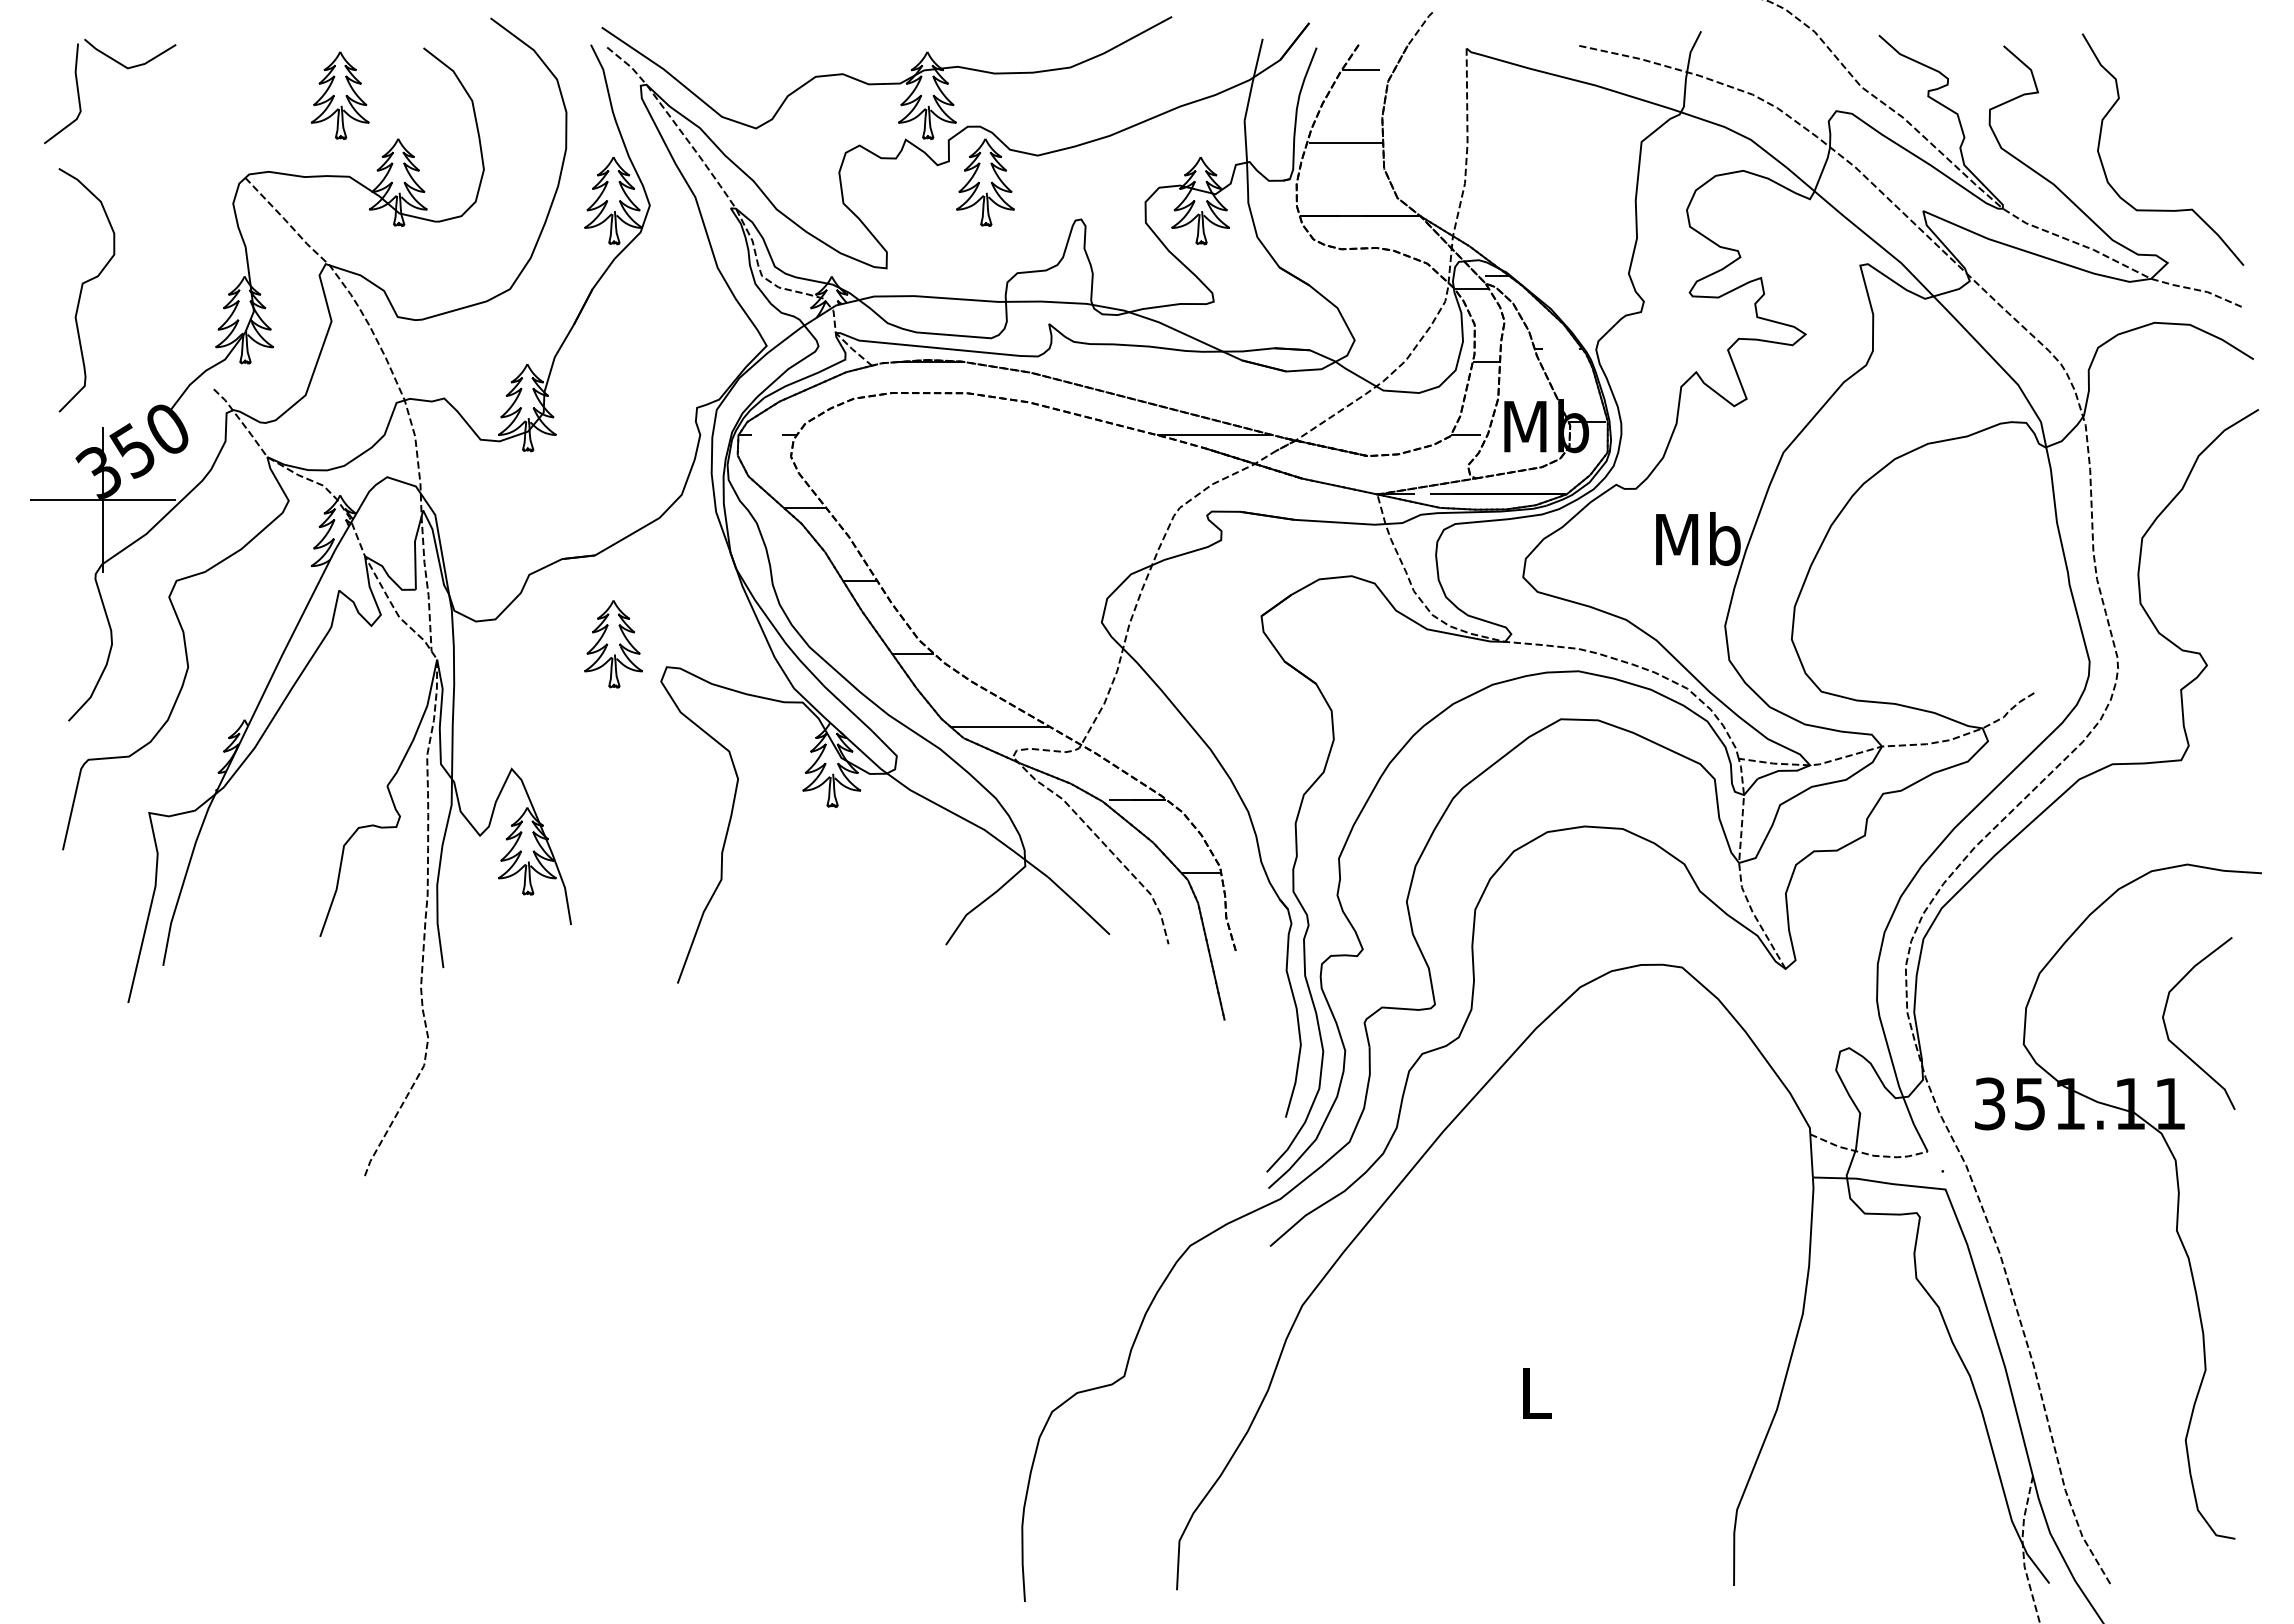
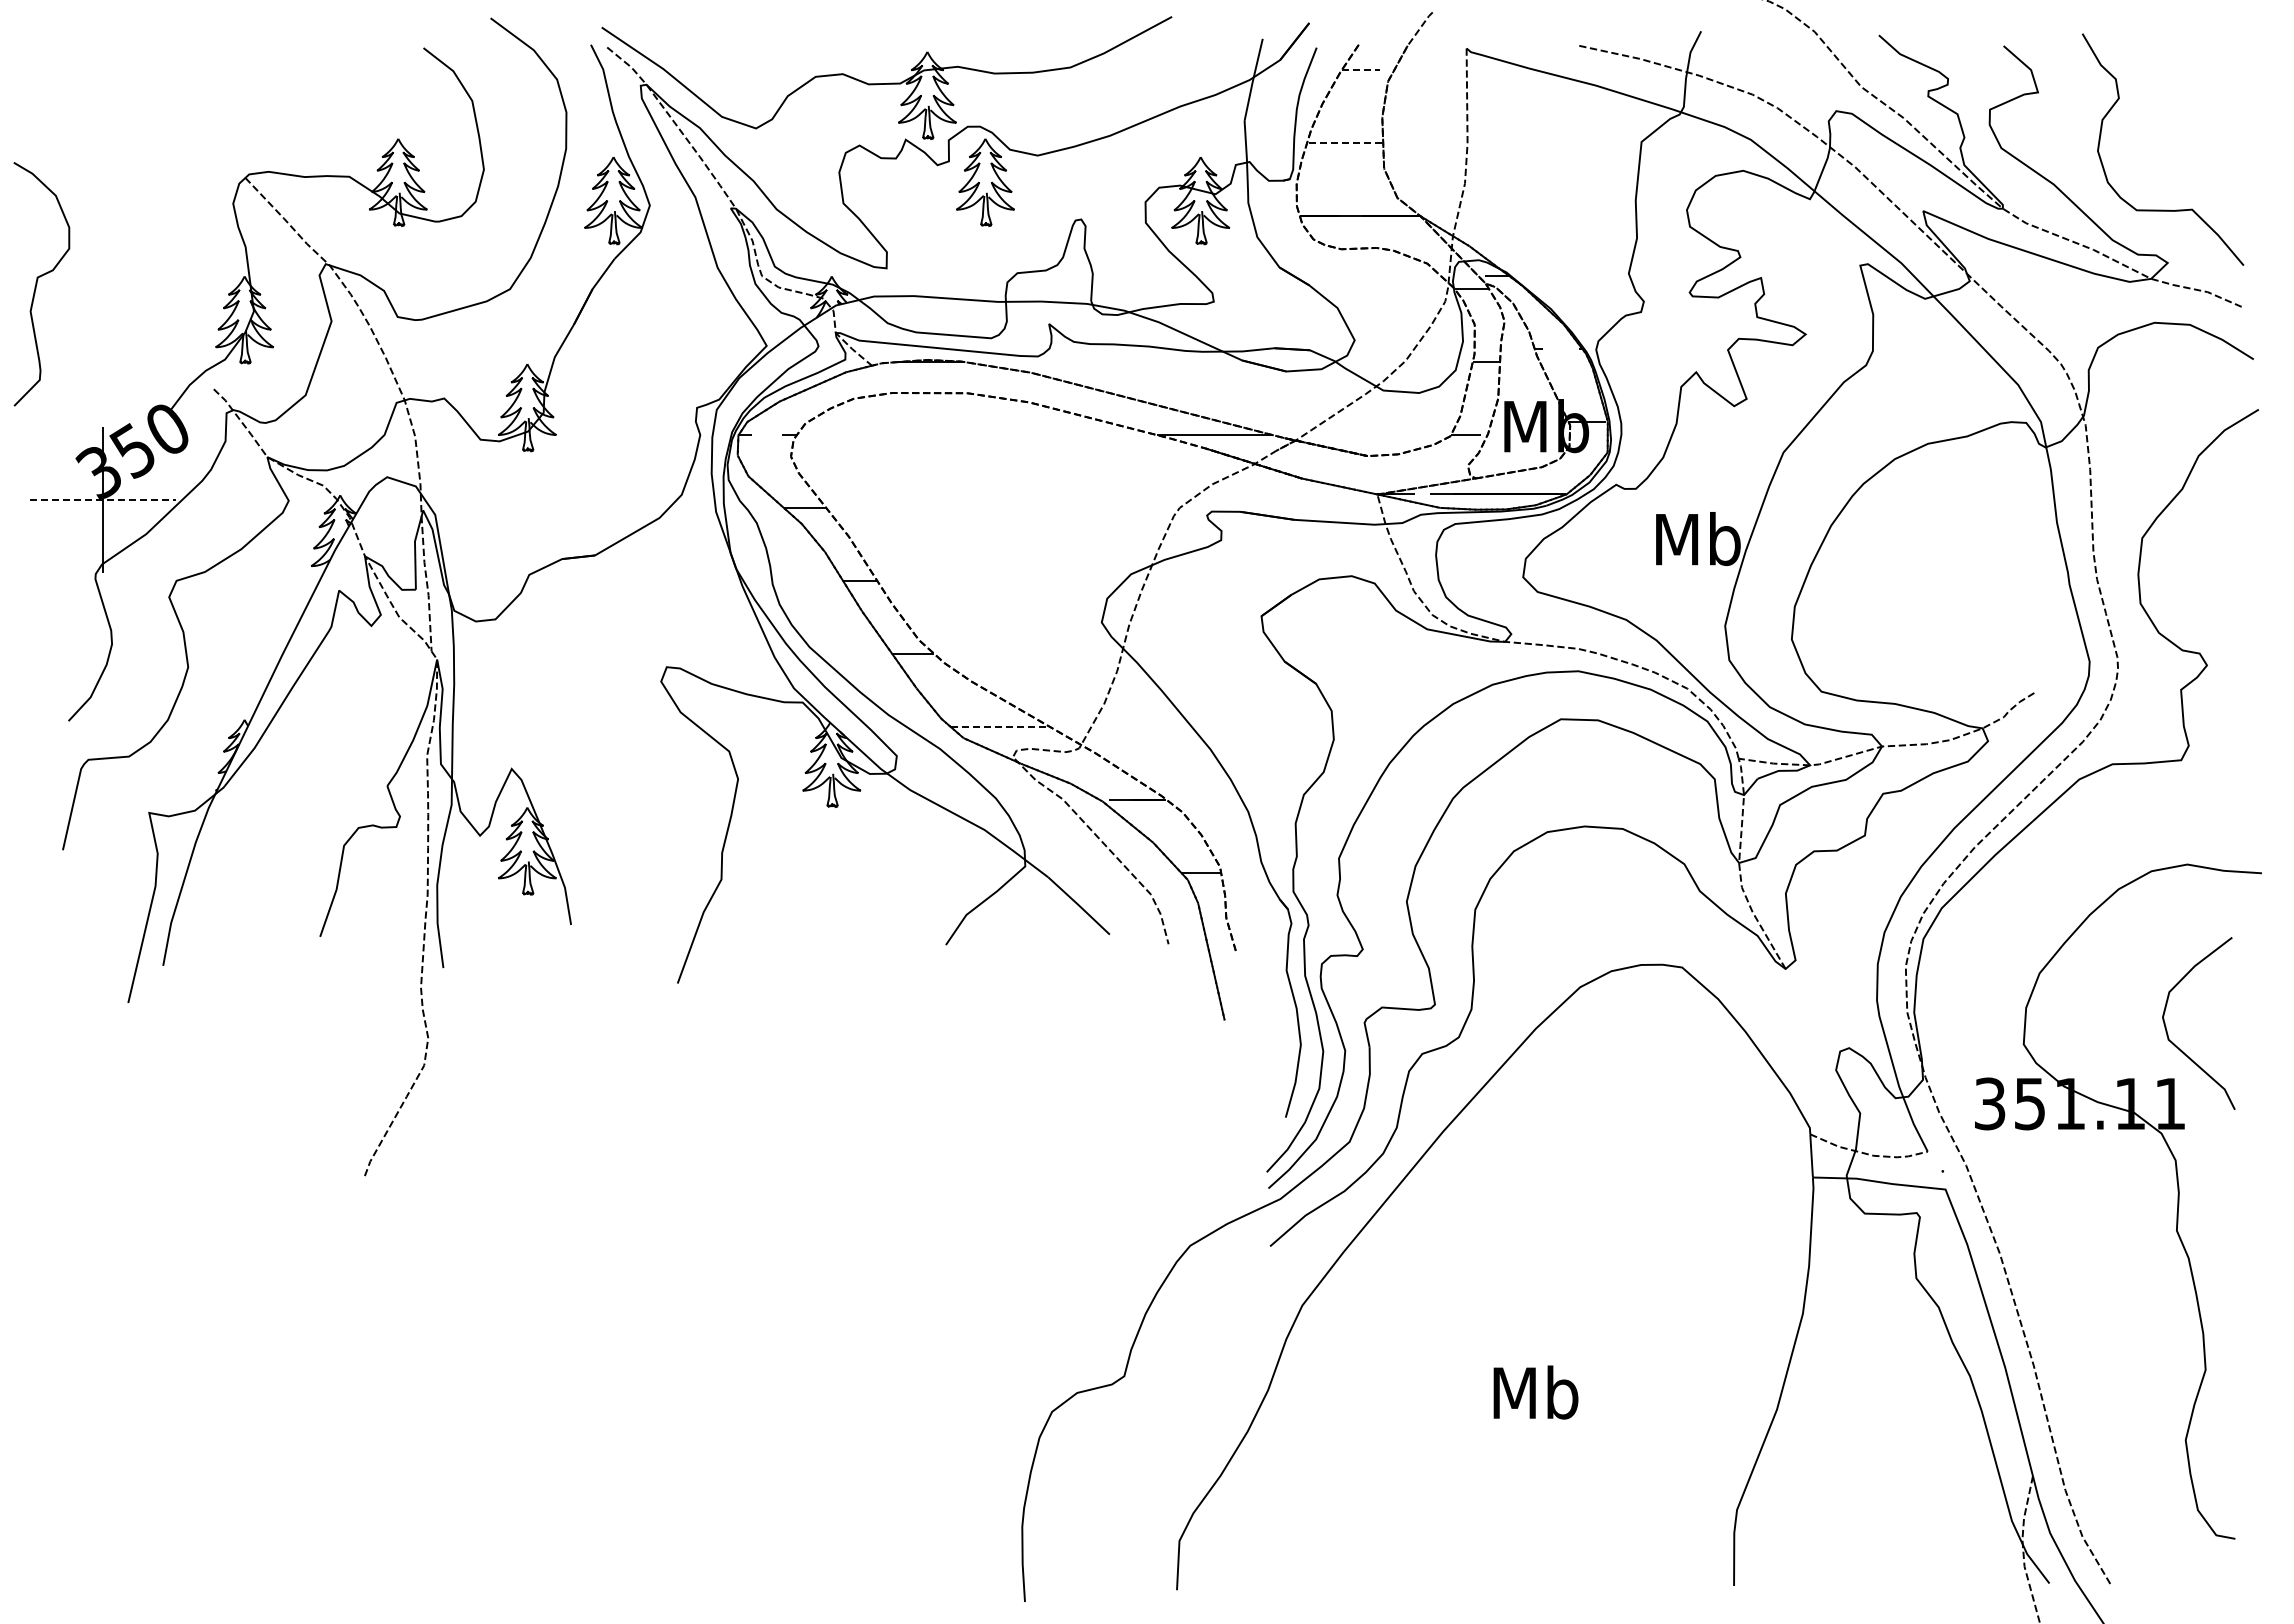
part at (125, 68): present -> none
line at (1361, 70): solid -> dashed
part at (339, 95): present -> none
line at (1346, 143): solid -> dashed
curve at (82, 290) position: (82, 290) -> (37, 284)
line at (103, 499): solid -> dashed
part at (613, 644): present -> none
line at (1000, 726): solid -> dashed
text at (1535, 1392): L -> Mb
